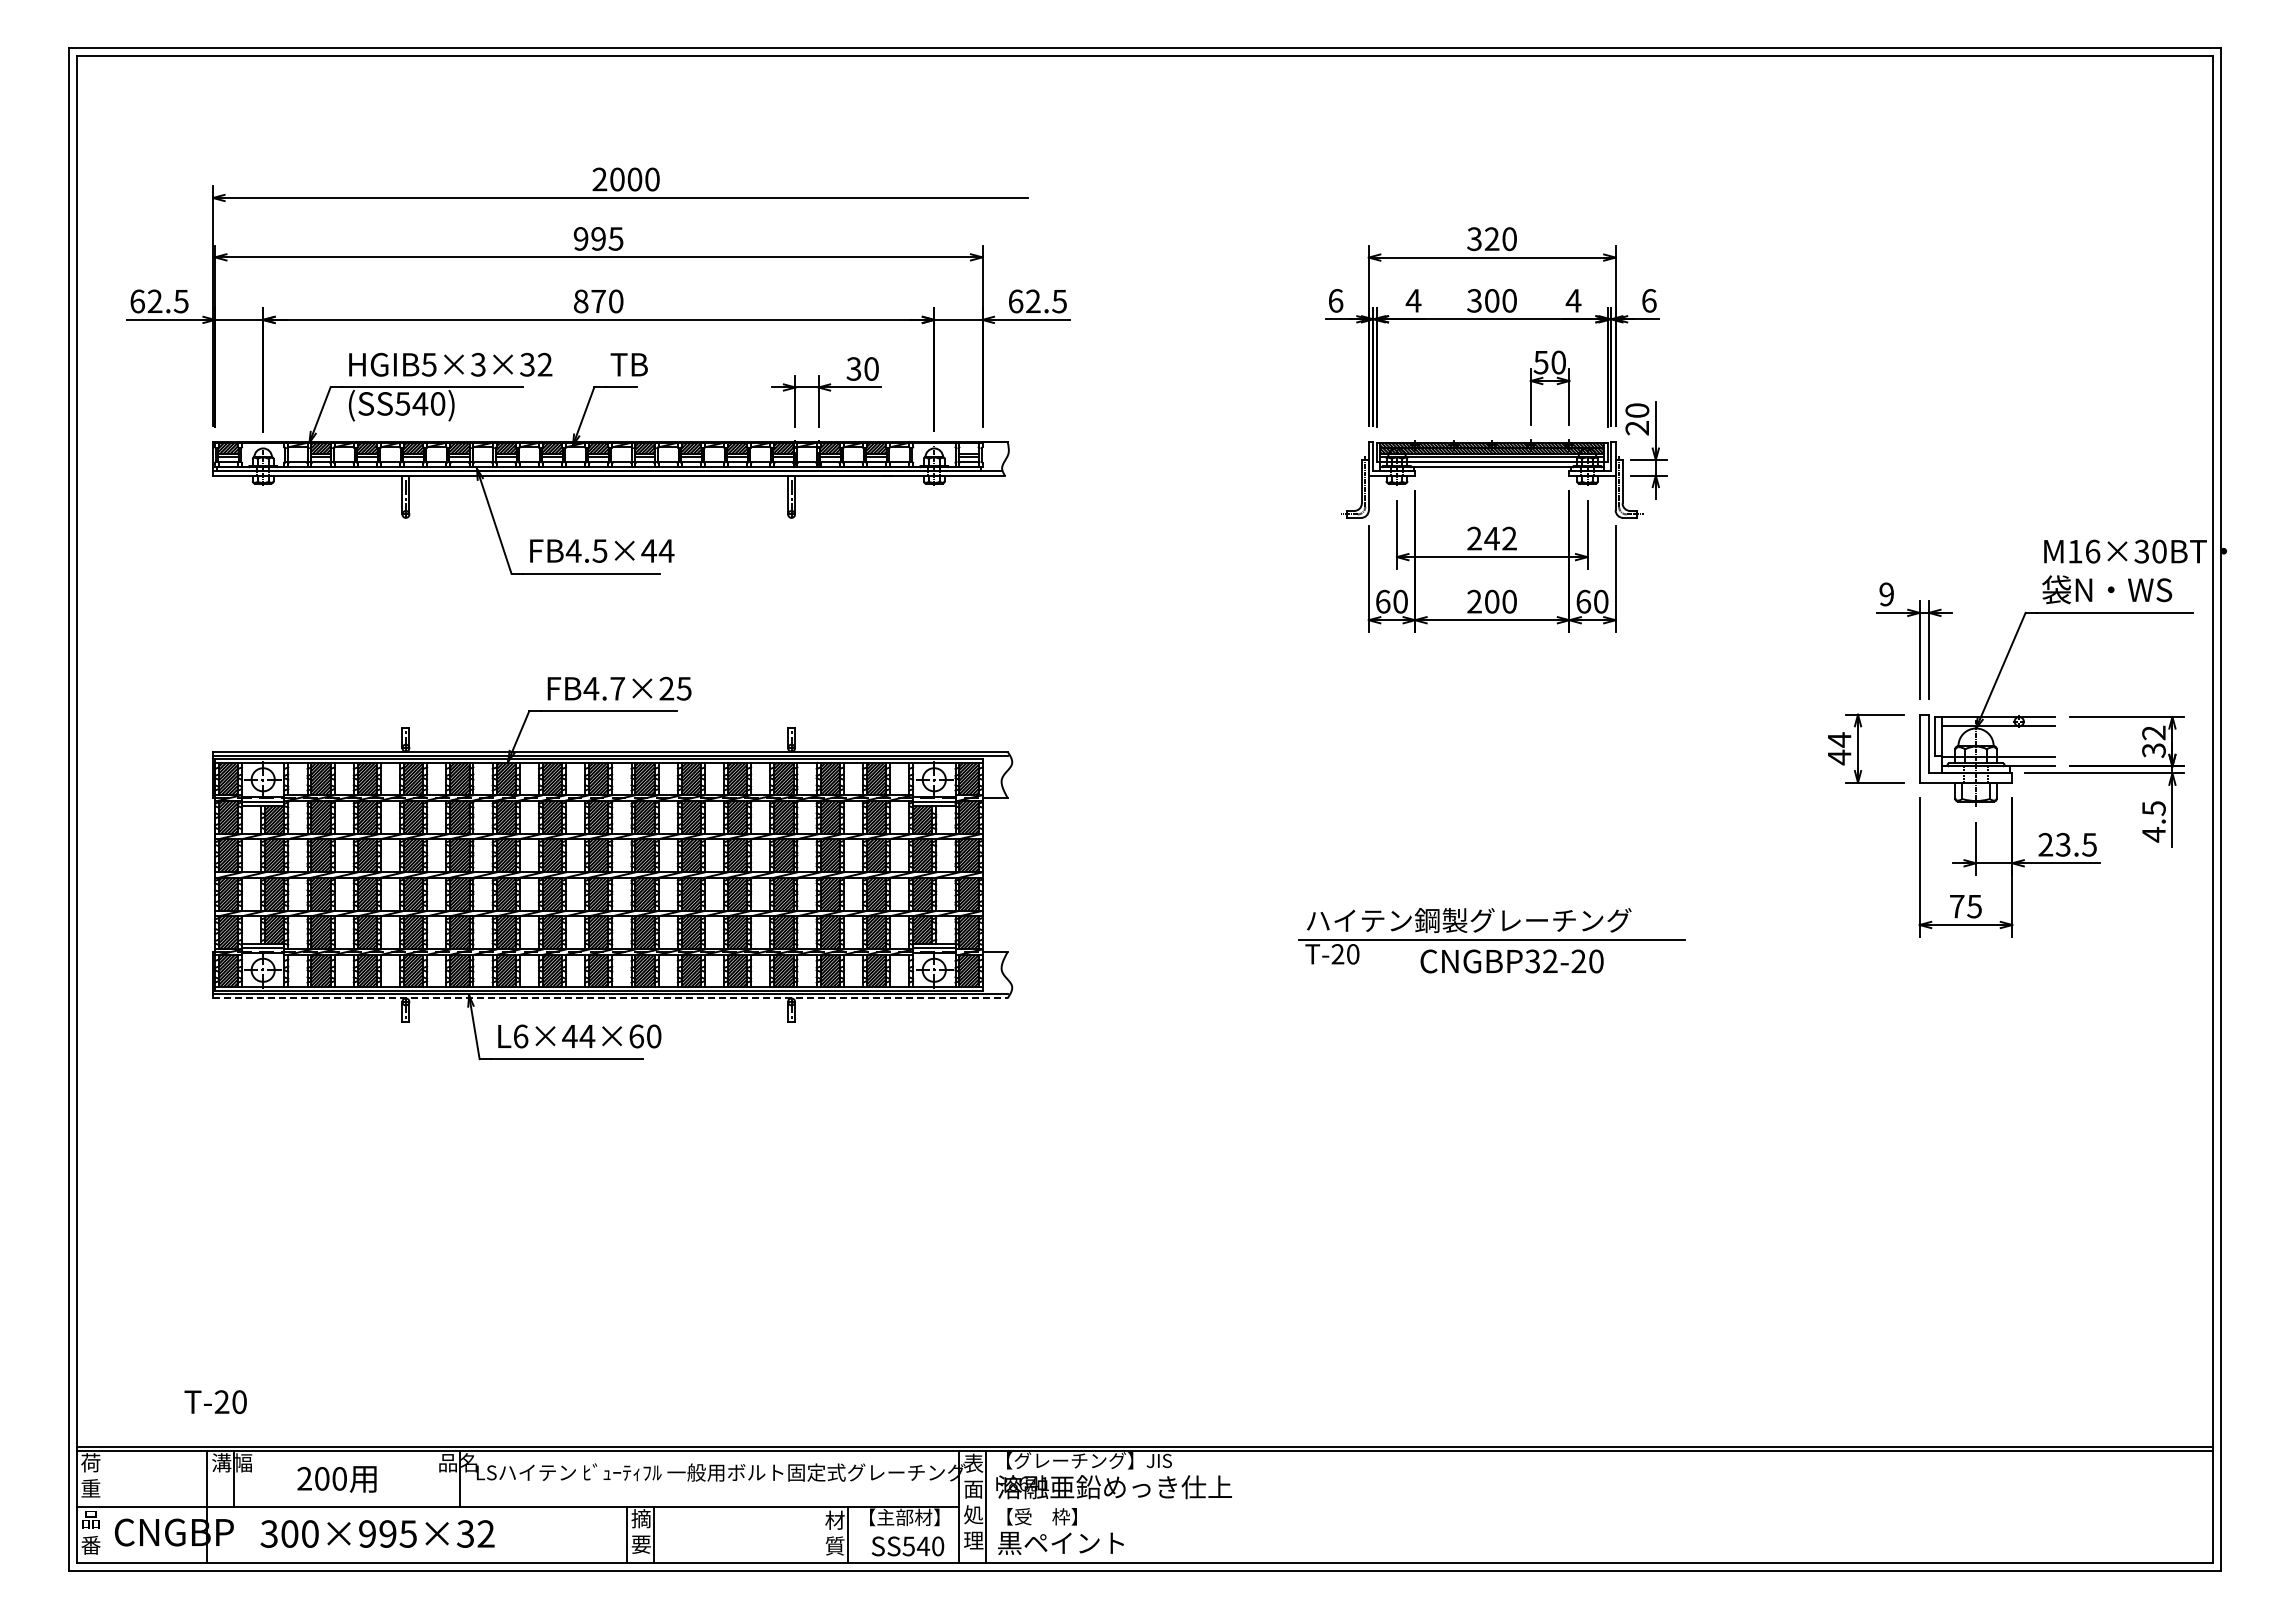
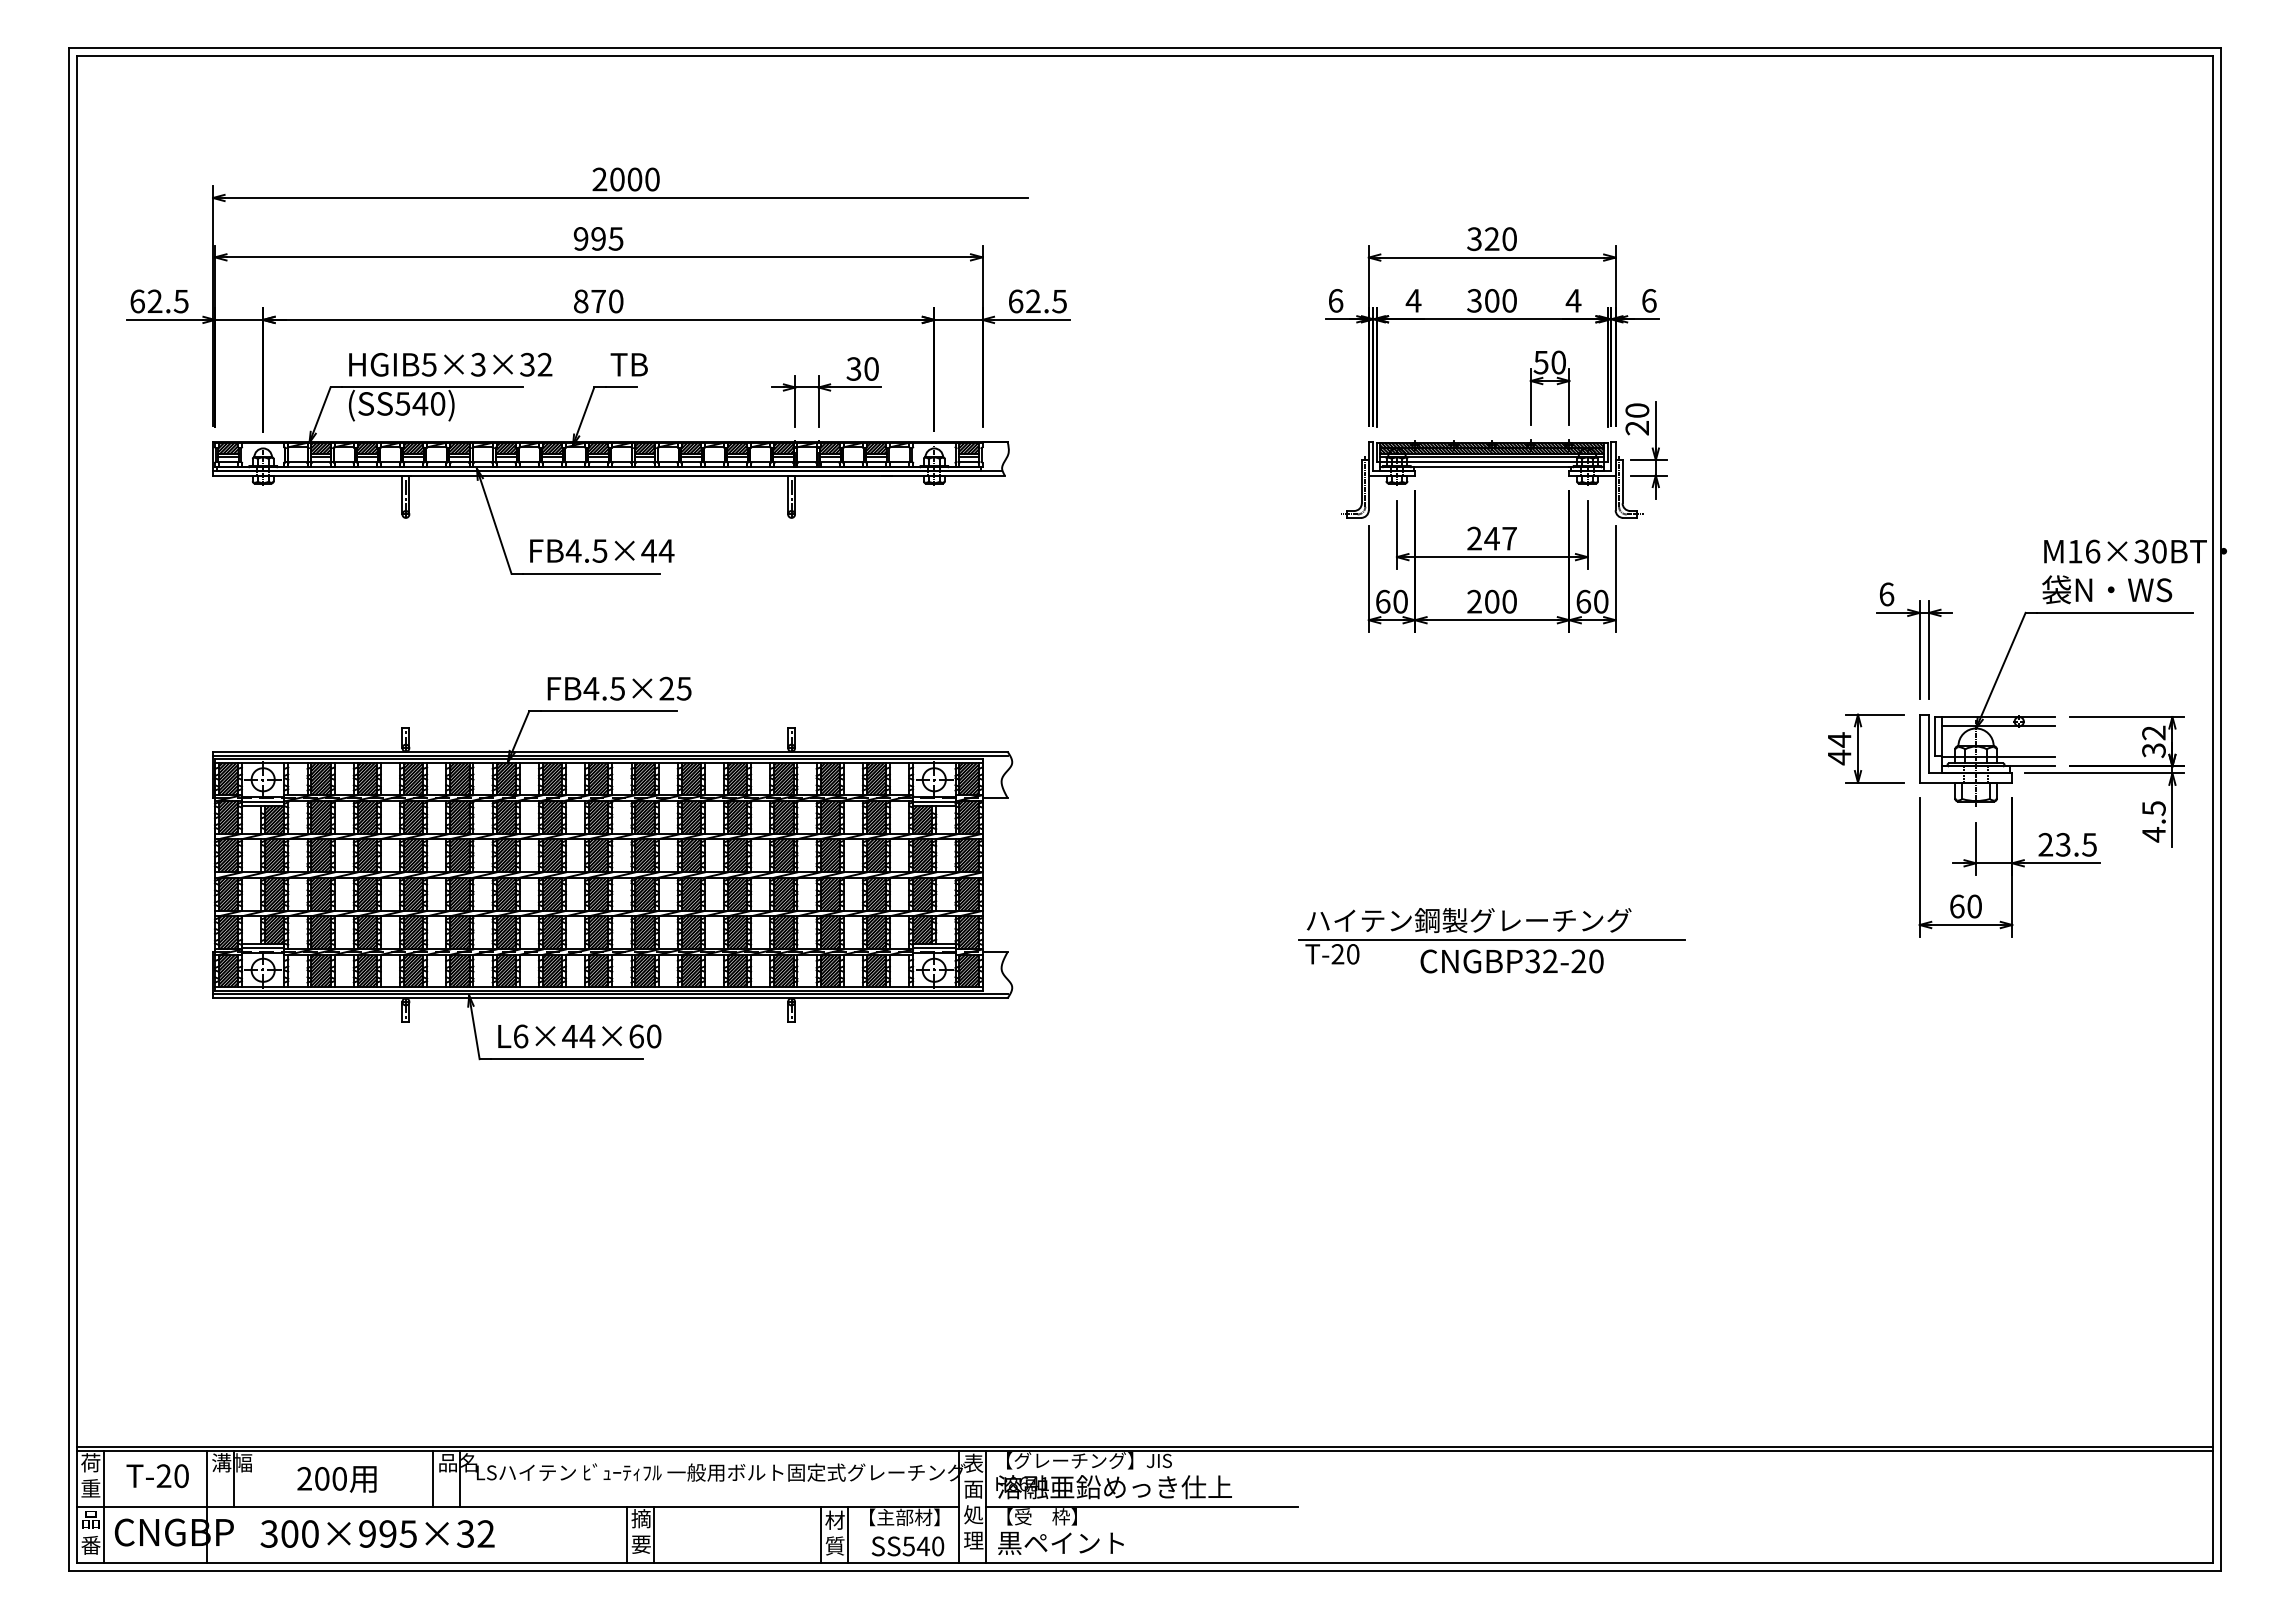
hatch at (968, 448): none -> present
text at (1509, 538): 242 -> 247
text at (1886, 594): 9 -> 6
text at (617, 688): FB4.7×25 -> FB4.5×25
text at (1965, 906): 75 -> 60
line at (610, 998): dashed -> solid
text at (215, 1402) position: (215, 1402) -> (157, 1476)
line at (433, 1478): none -> present
line at (103, 1506): none -> present
line at (1141, 1506): none -> present
line at (820, 1534): none -> present
